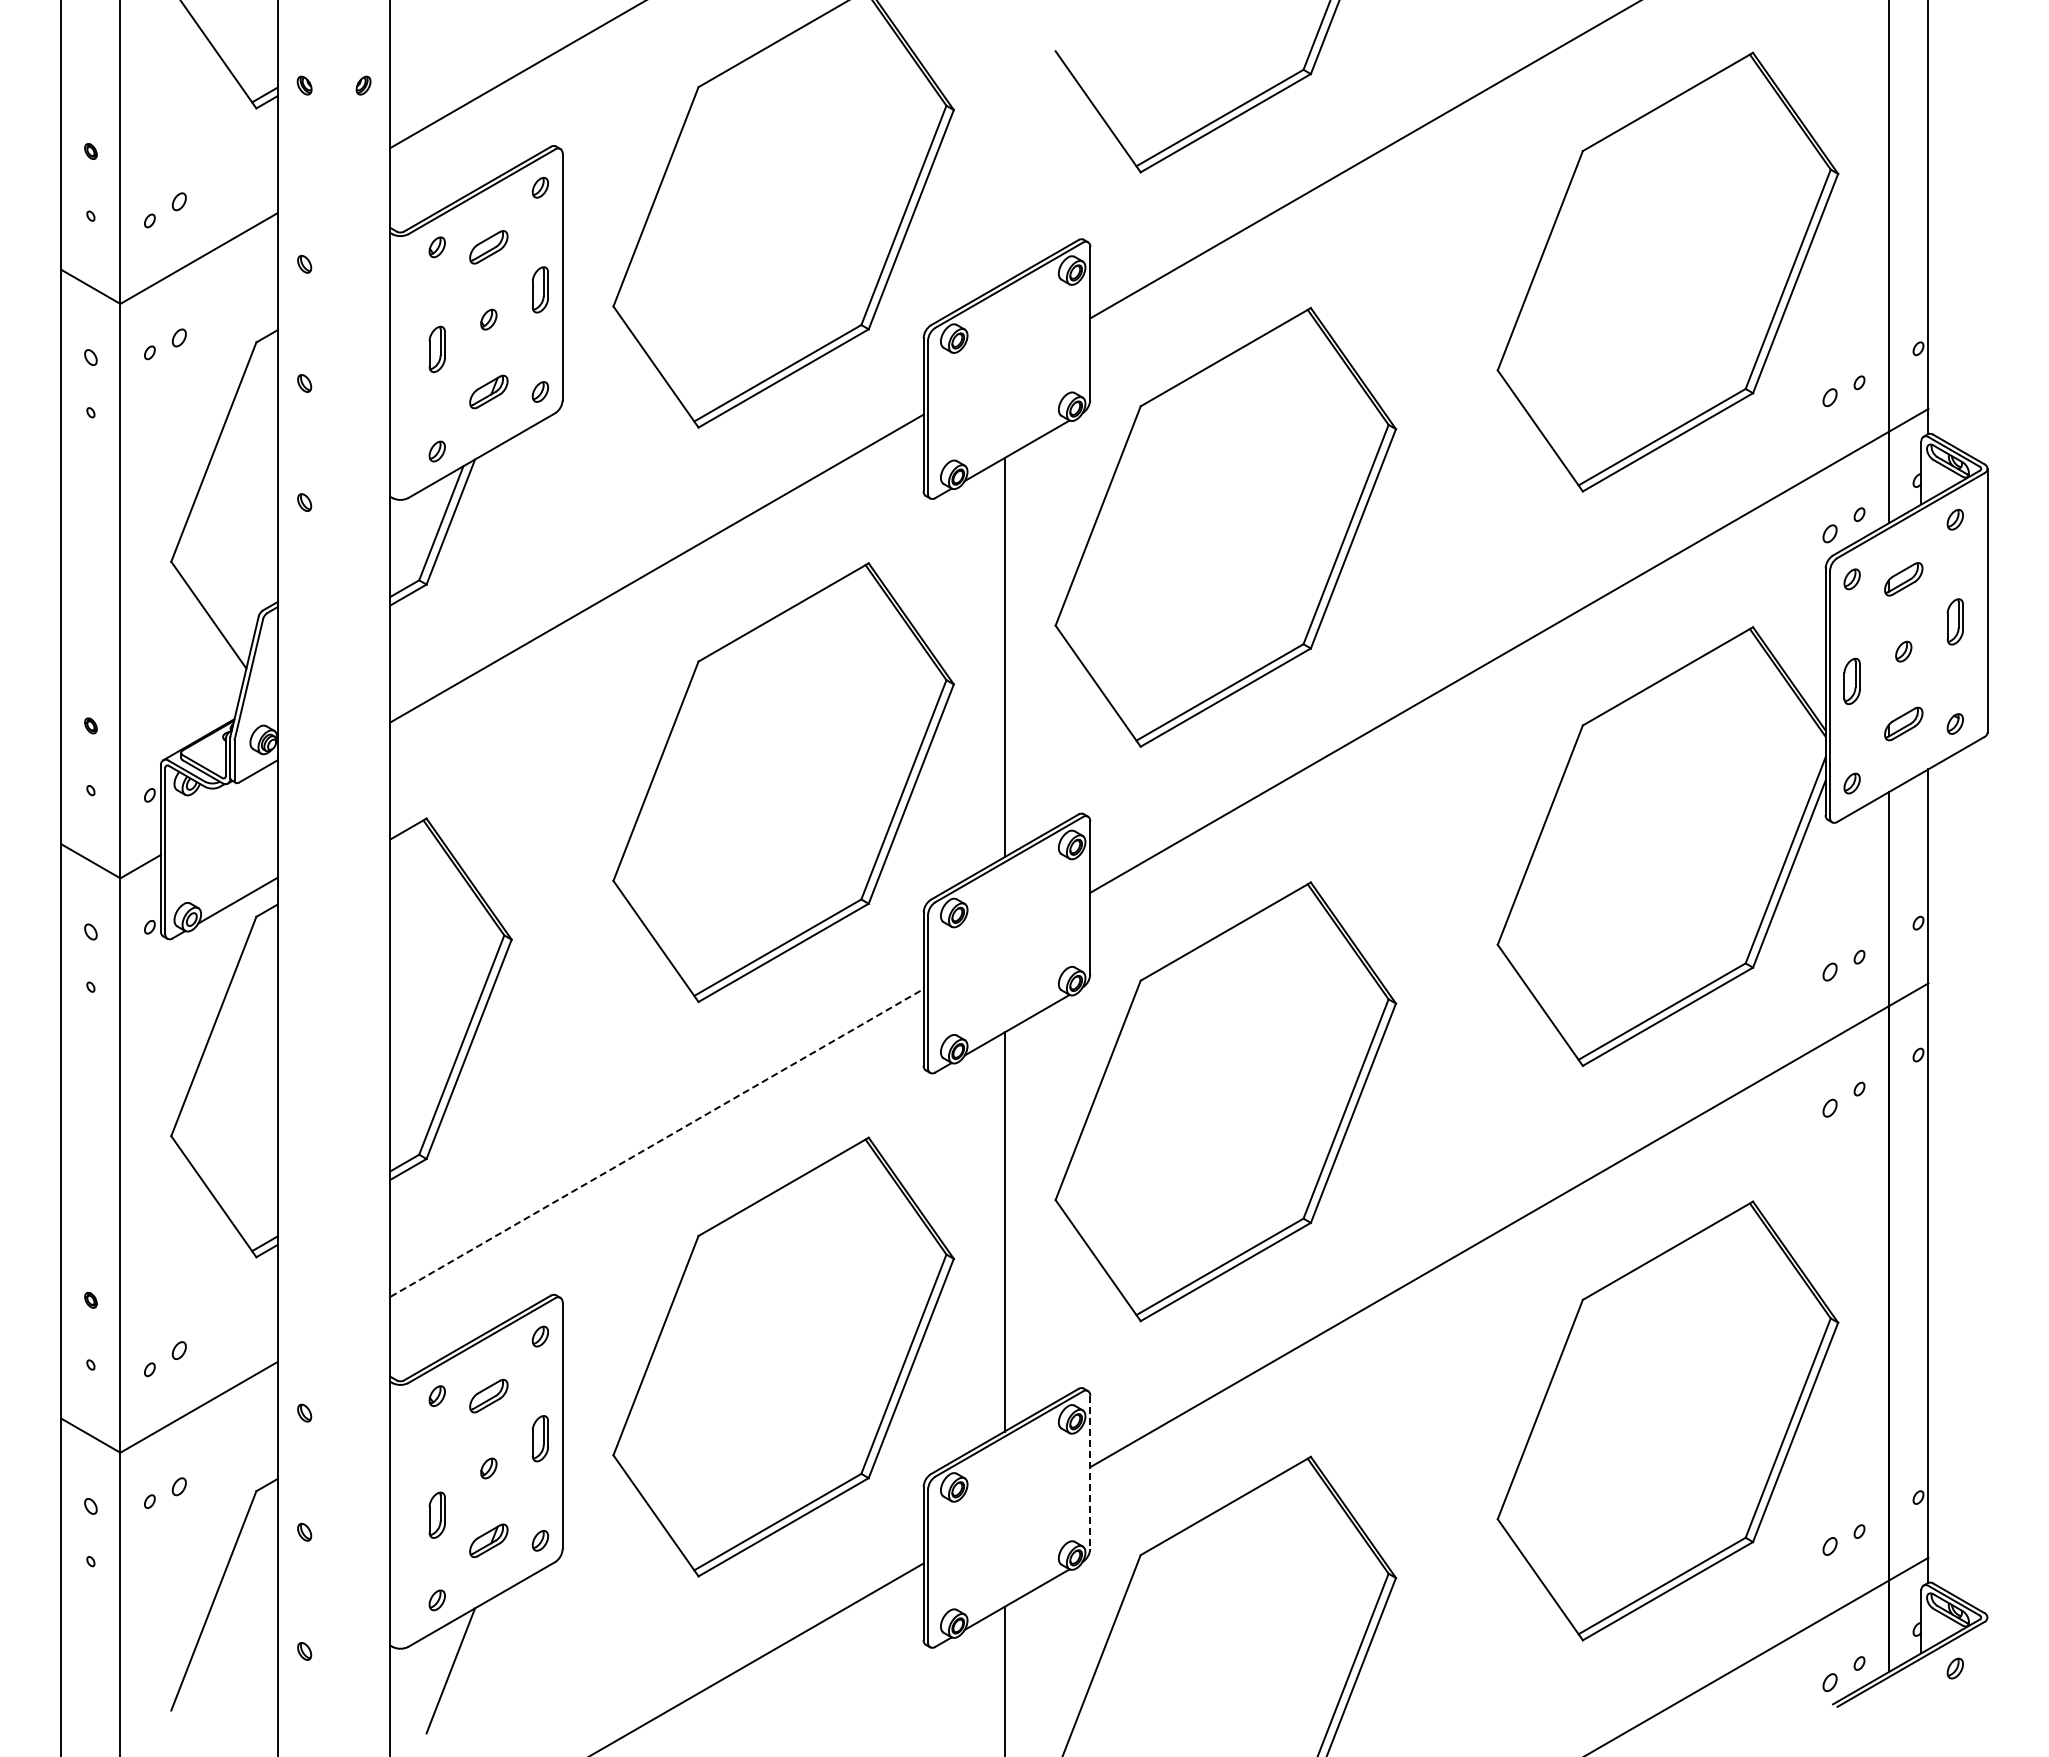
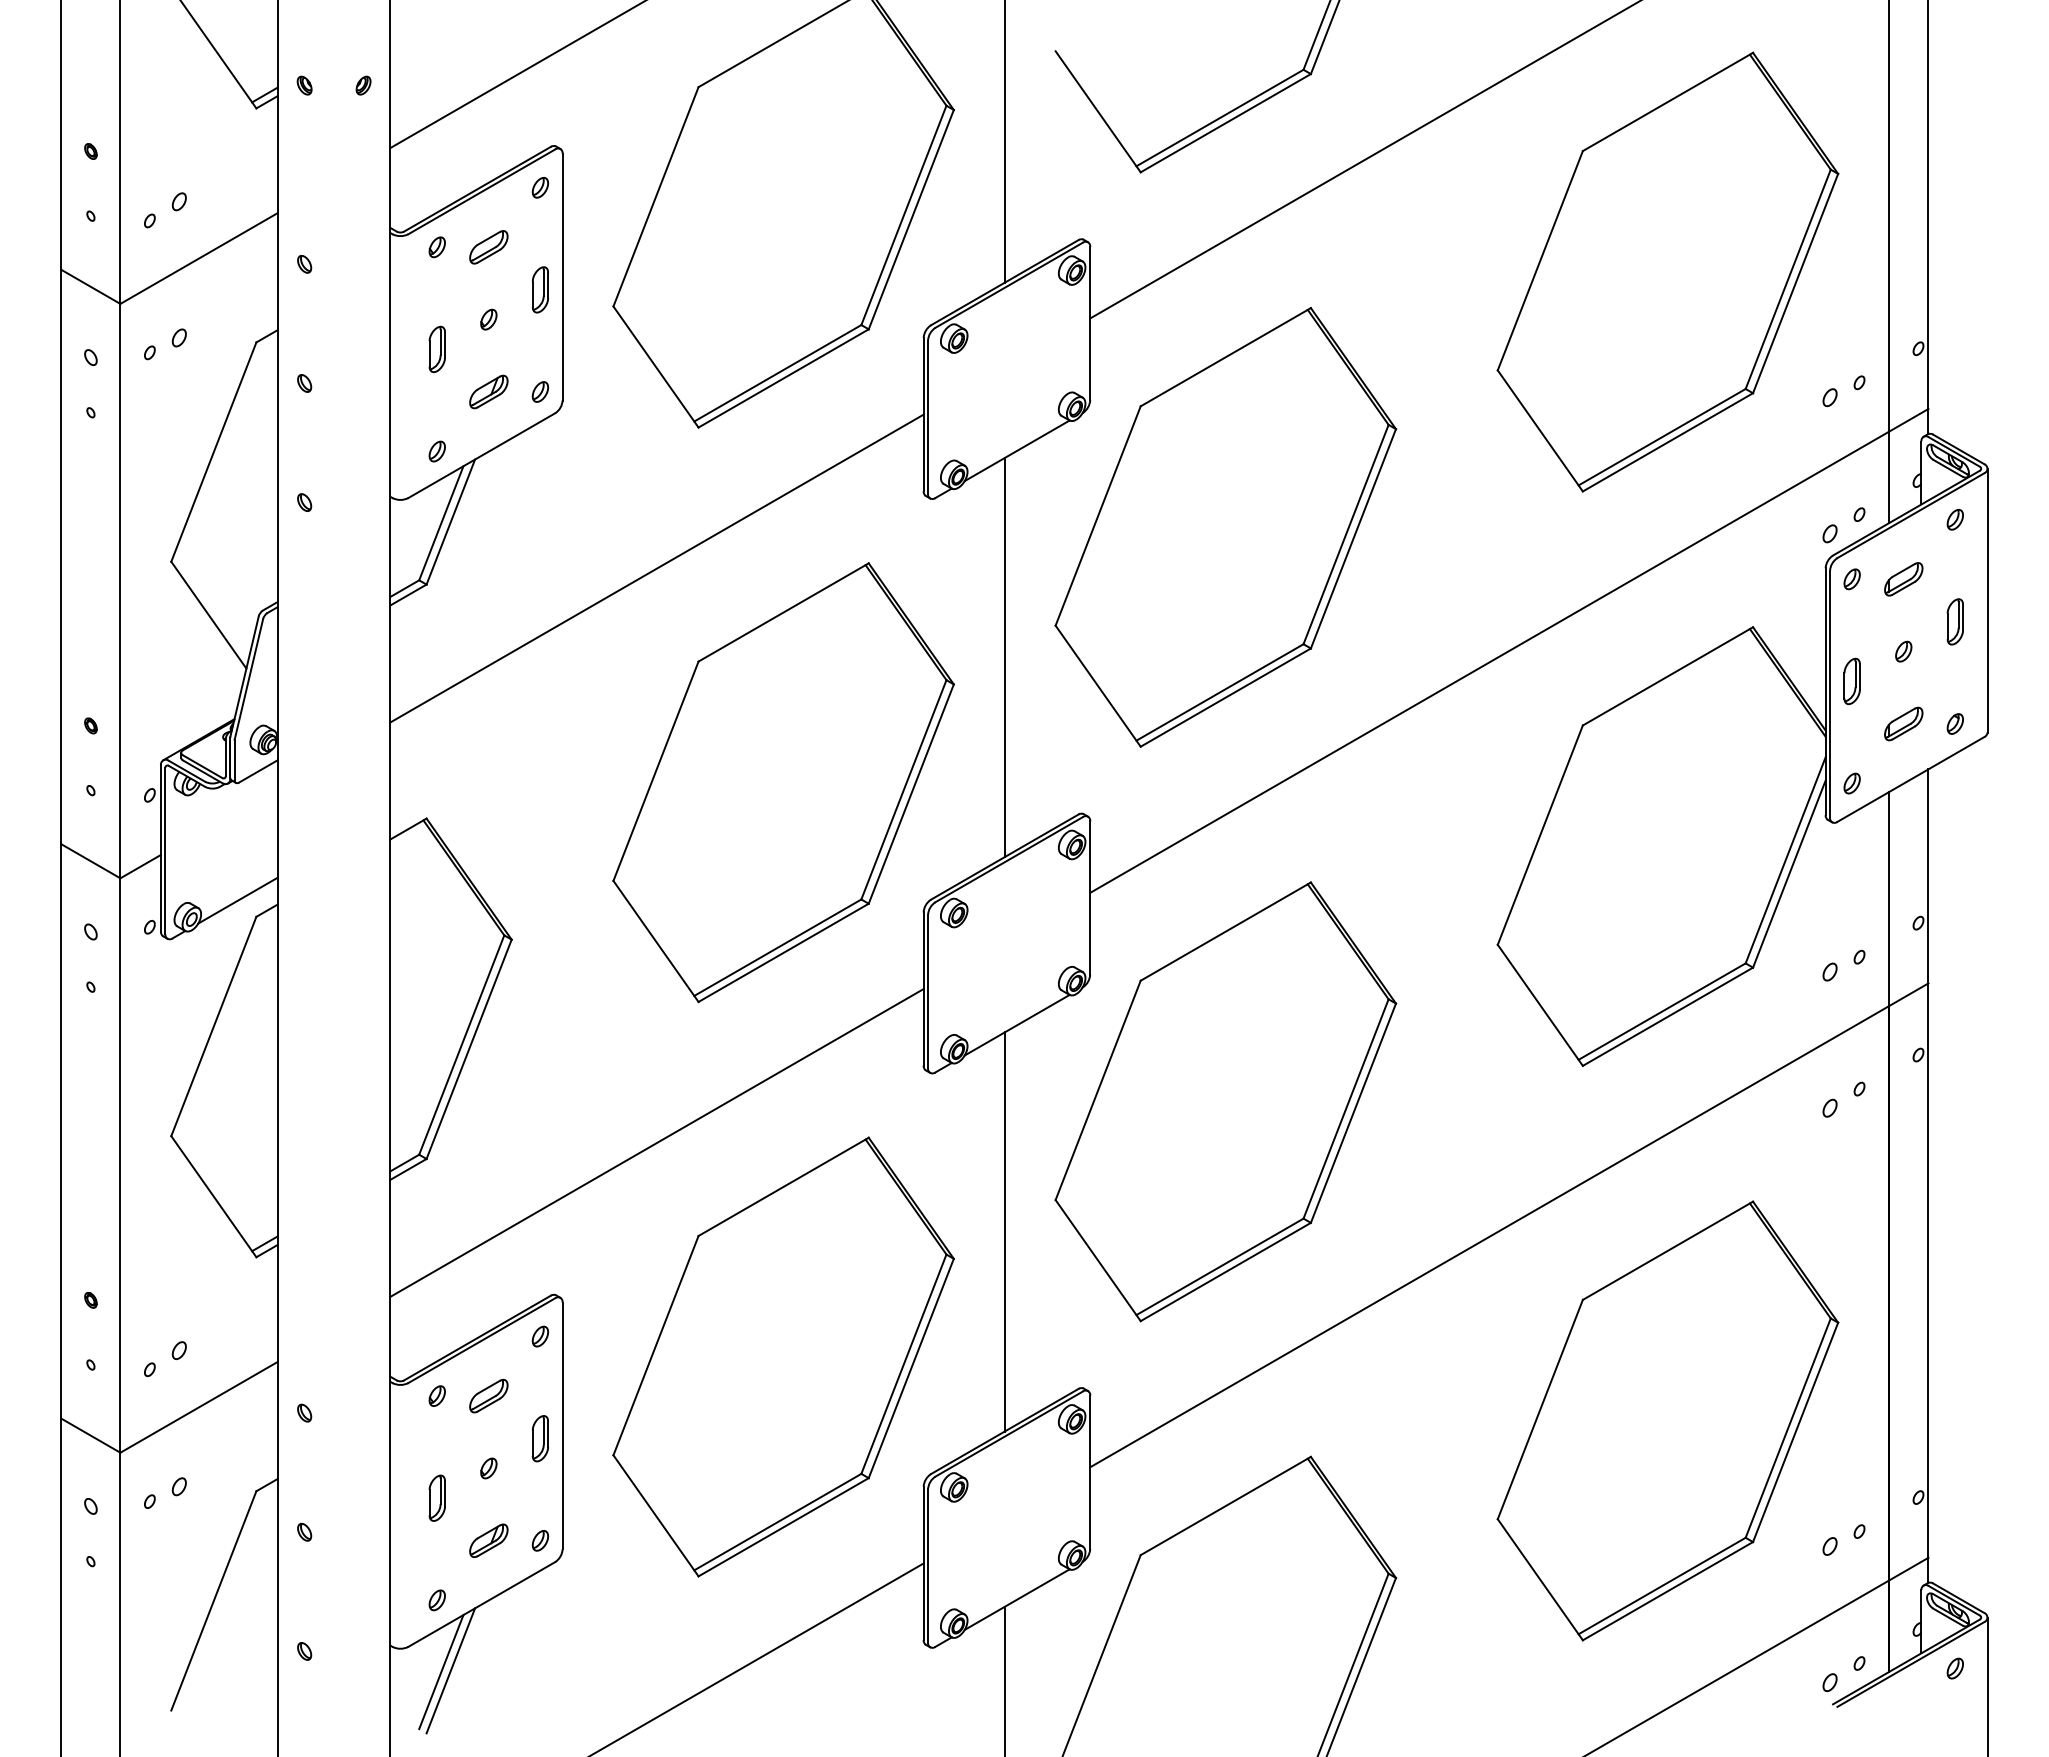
line at (1004, 142): none -> present
line at (657, 1142): dashed -> solid
line at (1090, 1472): dashed -> solid
part at (436, 1514) position: (436, 1514) -> (436, 1497)
line at (441, 1672): none -> present
line at (1987, 1685): none -> present
